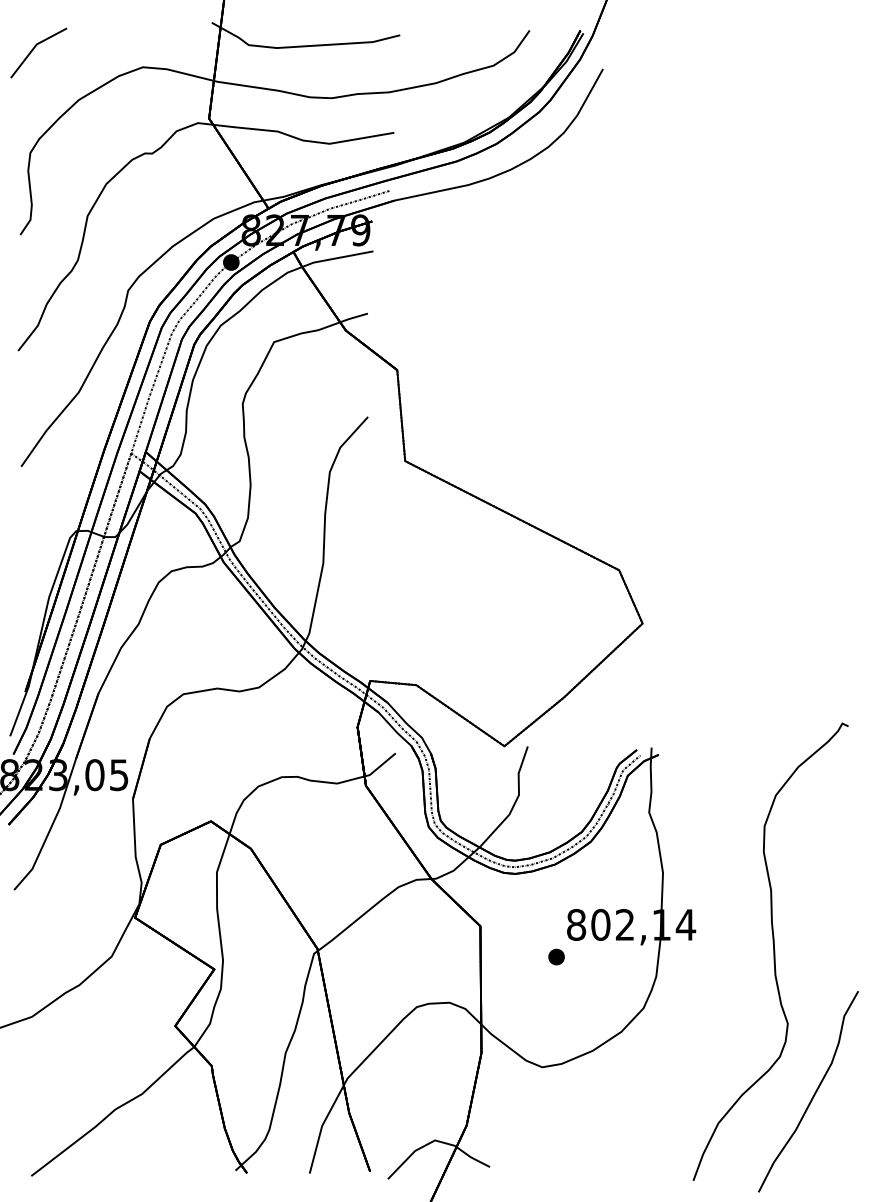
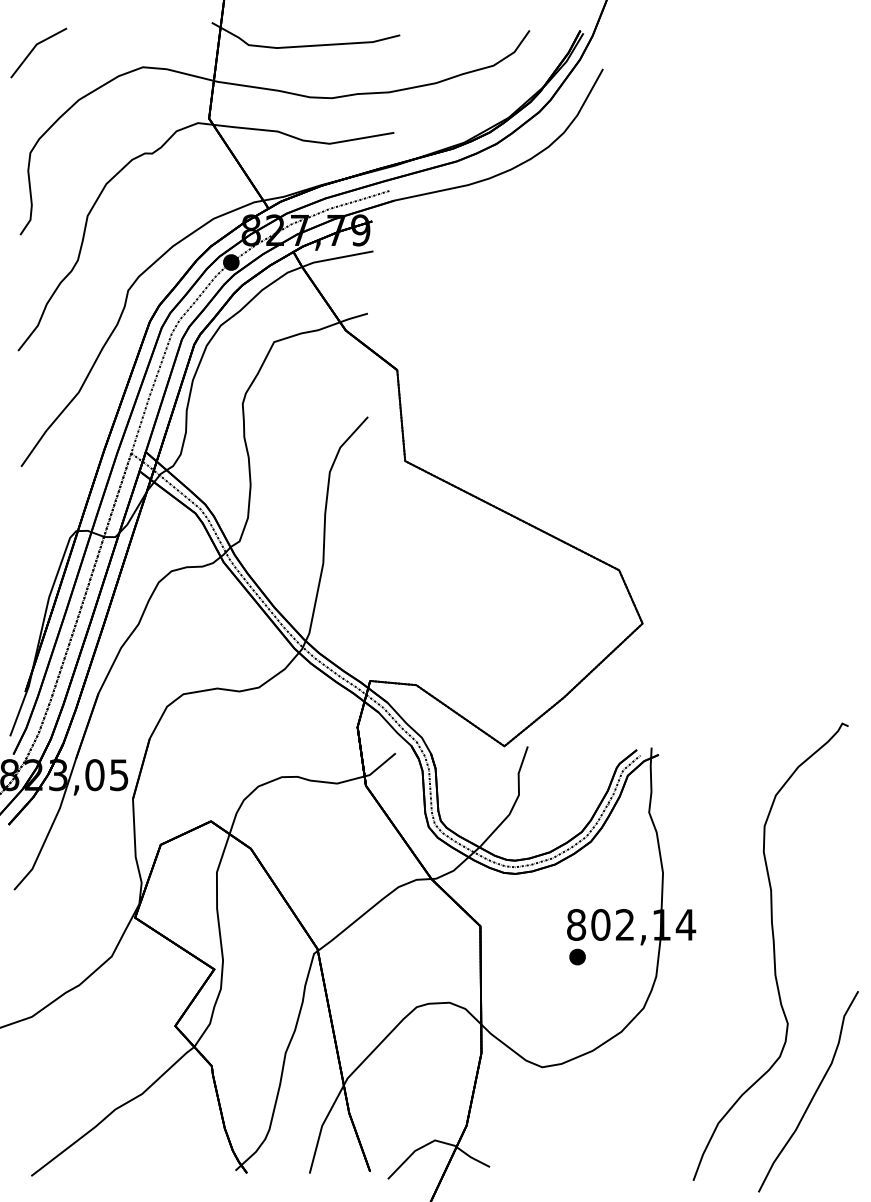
part at (556, 956) position: (556, 956) -> (577, 956)
